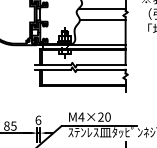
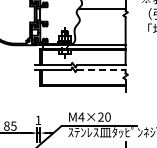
line at (102, 20): present -> none
line at (101, 69): solid -> dashed
text at (38, 120): 6 -> 1
